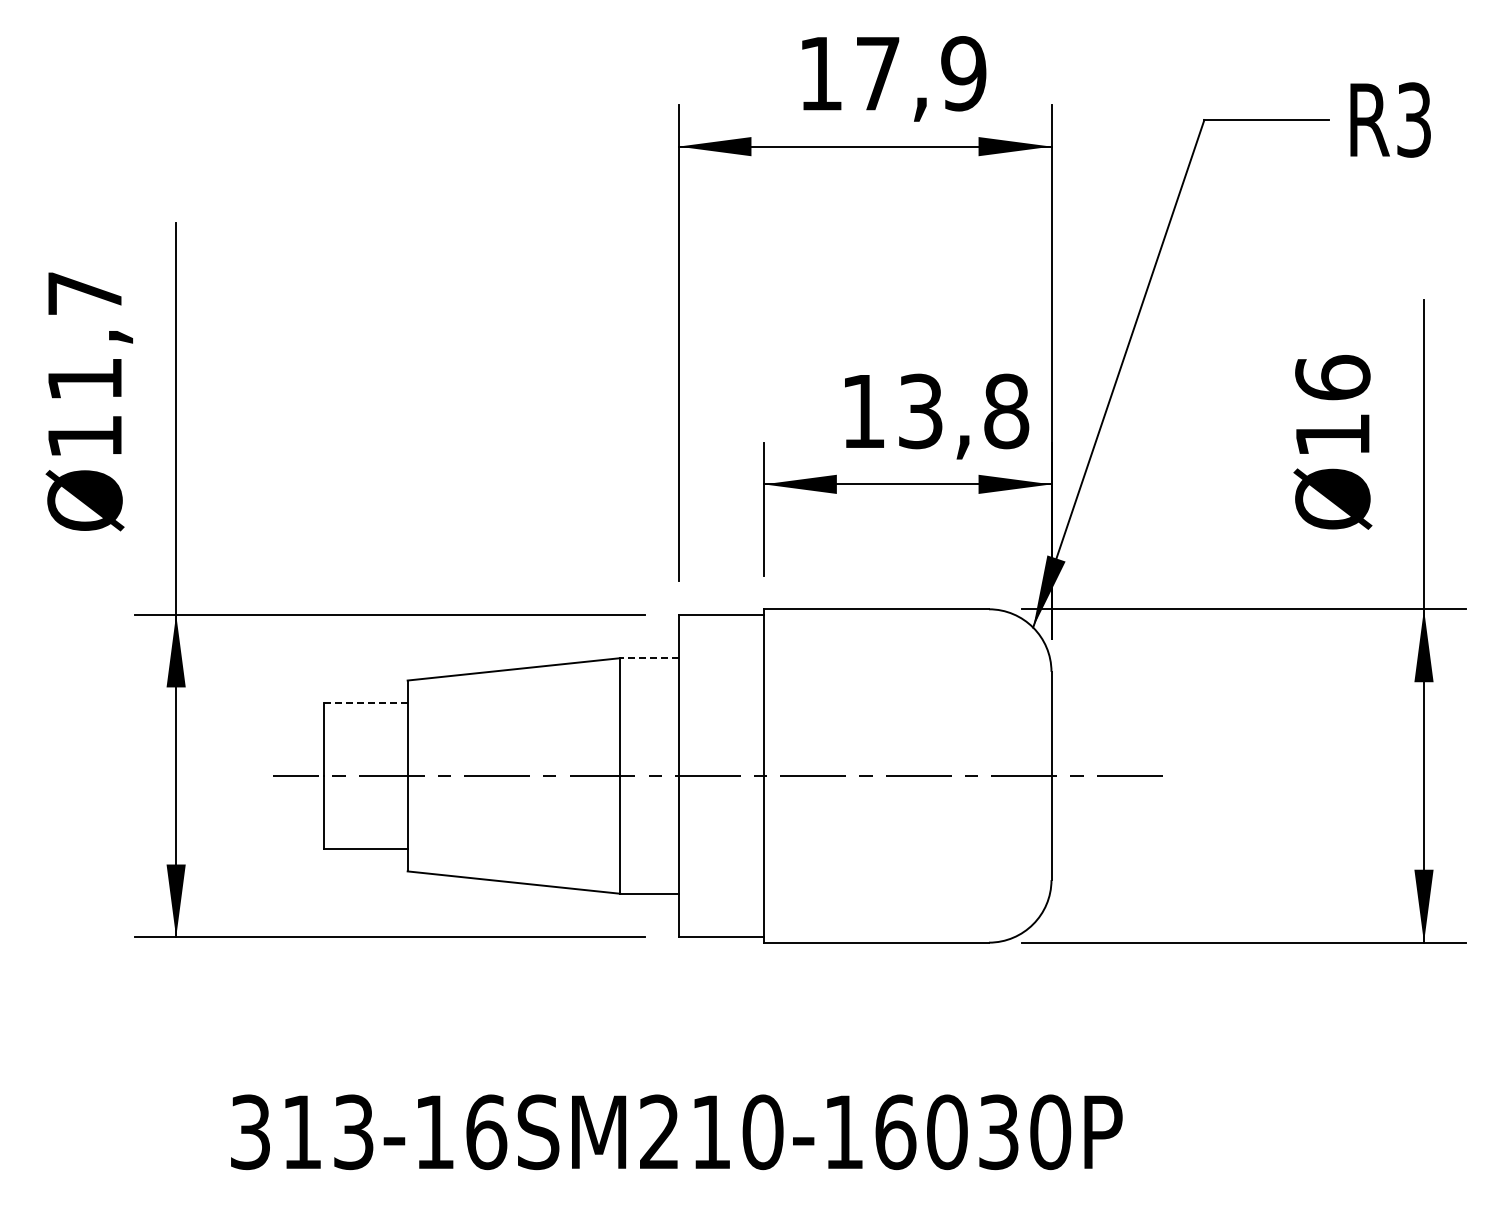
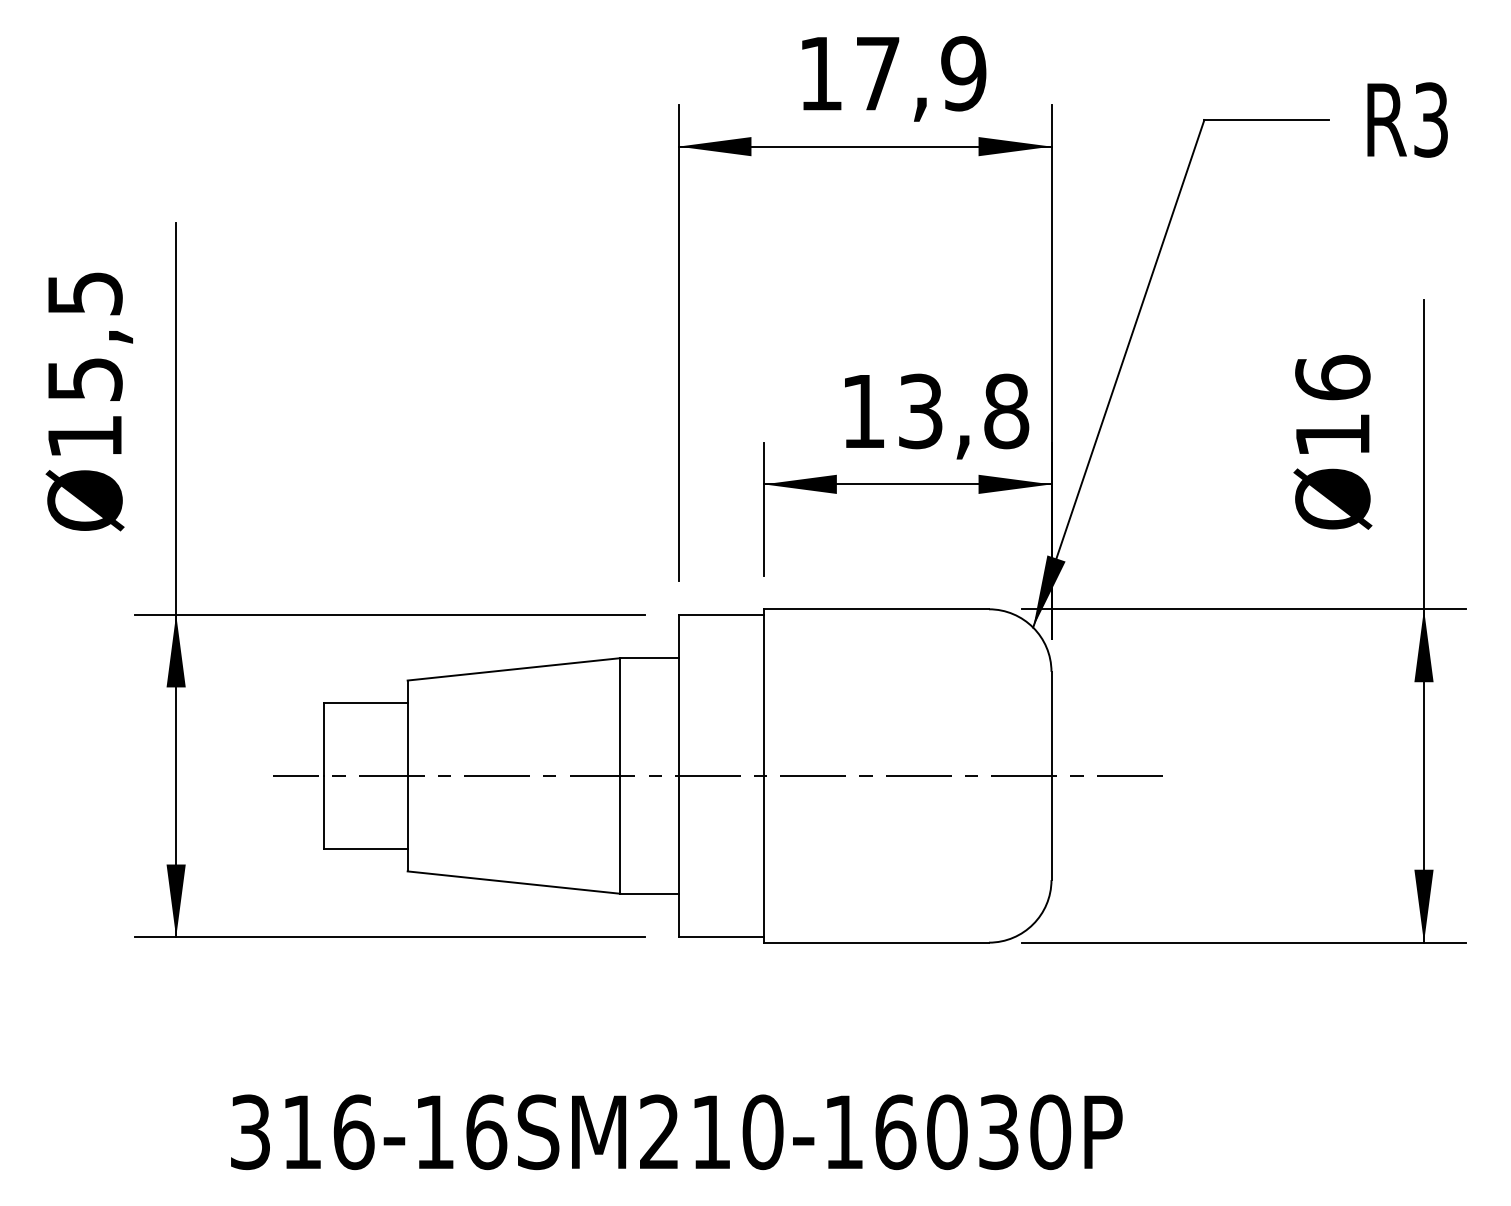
text at (1390, 119) position: (1390, 119) -> (1407, 119)
text at (85, 336): Ø11,7 -> Ø15,5
line at (648, 658): dashed -> solid
line at (366, 703): dashed -> solid
text at (353, 1132): 313-16SM210-16030P -> 316-16SM210-16030P
